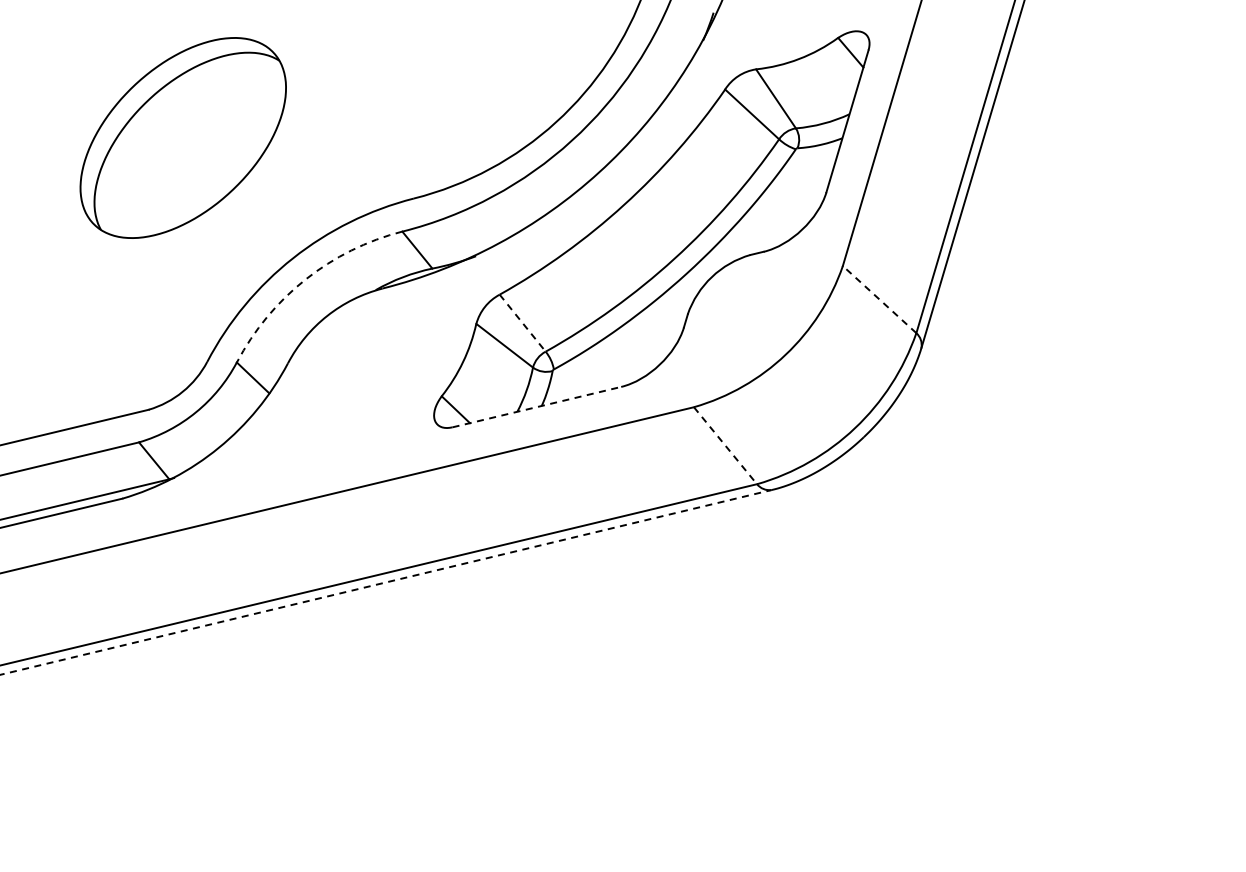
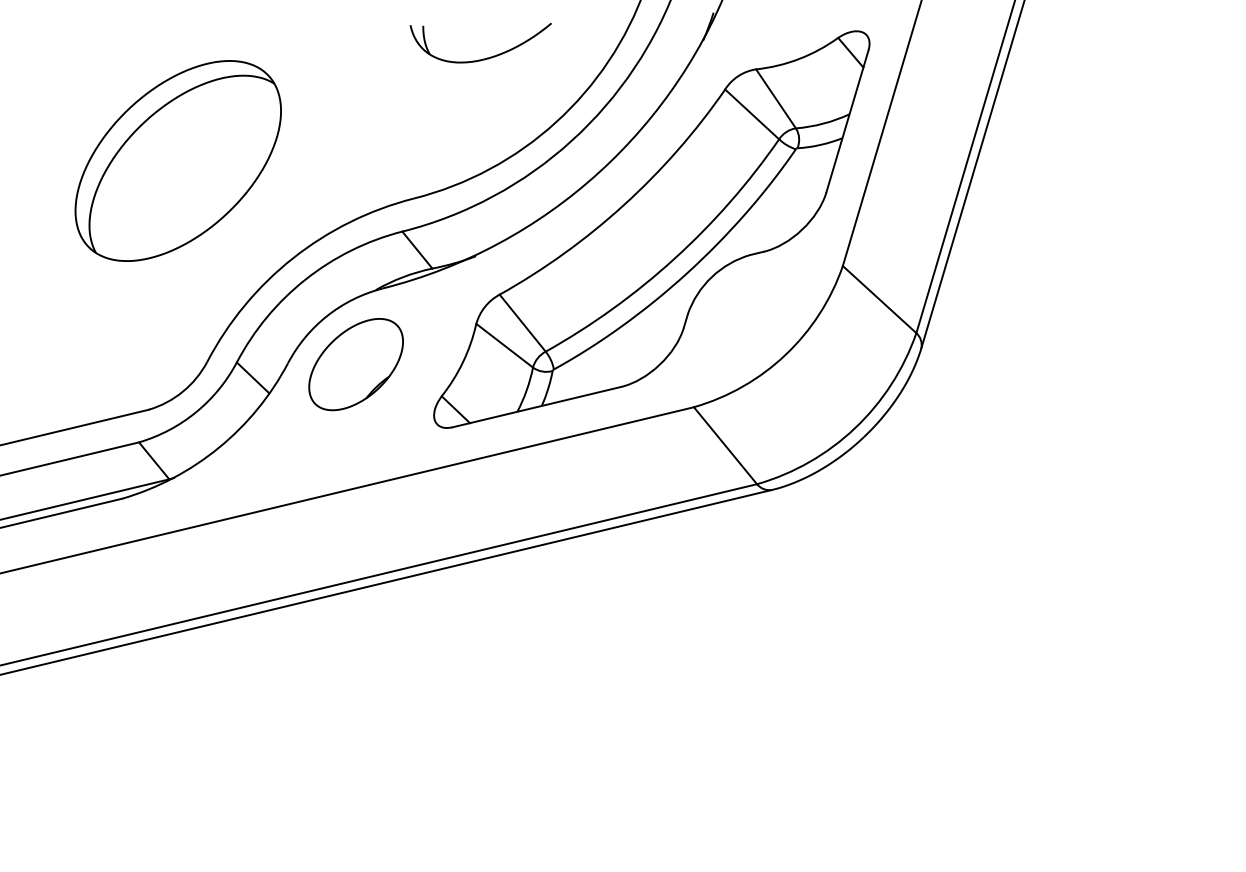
part at (486, 57): none -> present
part at (182, 137) position: (182, 137) -> (177, 160)
arc at (305, 279): dashed -> solid
line at (879, 299): dashed -> solid
line at (522, 323): dashed -> solid
part at (355, 364): none -> present
line at (536, 407): dashed -> solid
line at (725, 445): dashed -> solid
line at (386, 582): dashed -> solid
